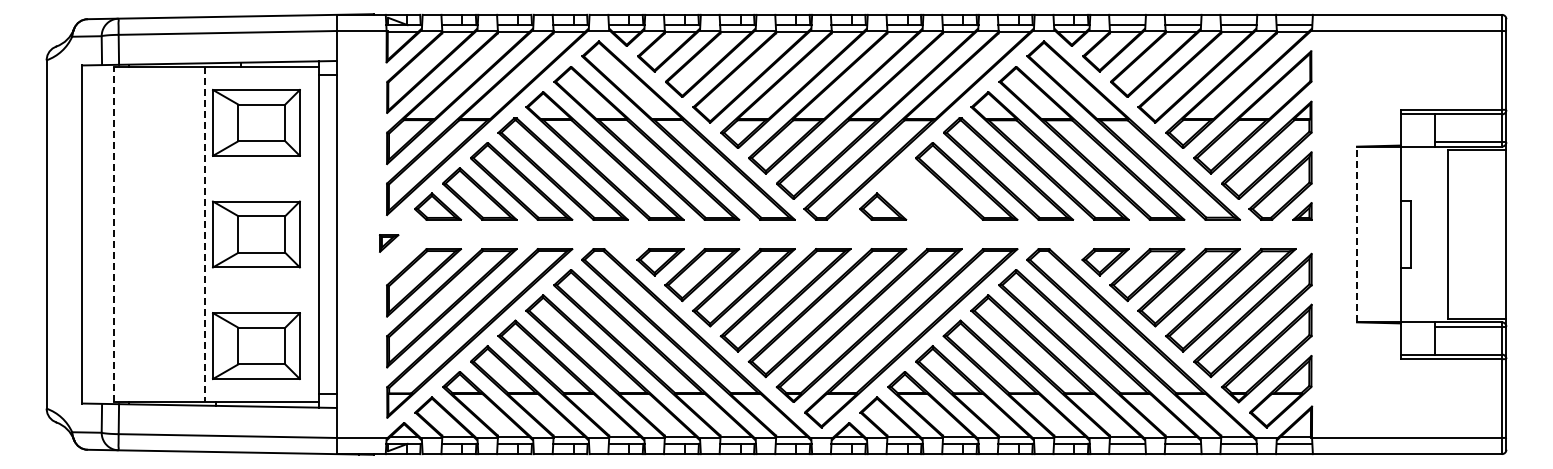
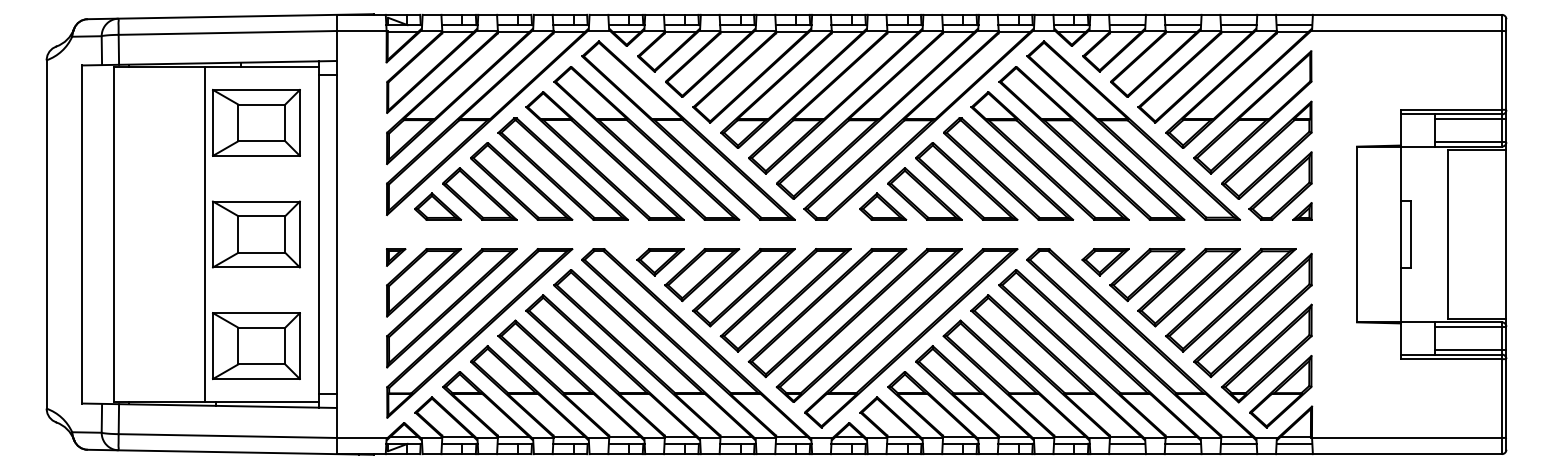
line at (1470, 118): none -> present
part at (924, 193): none -> present
line at (113, 234): dashed -> solid
line at (1357, 234): dashed -> solid
line at (204, 235): dashed -> solid
part at (389, 243) position: (389, 243) -> (396, 257)
line at (1470, 350): none -> present
